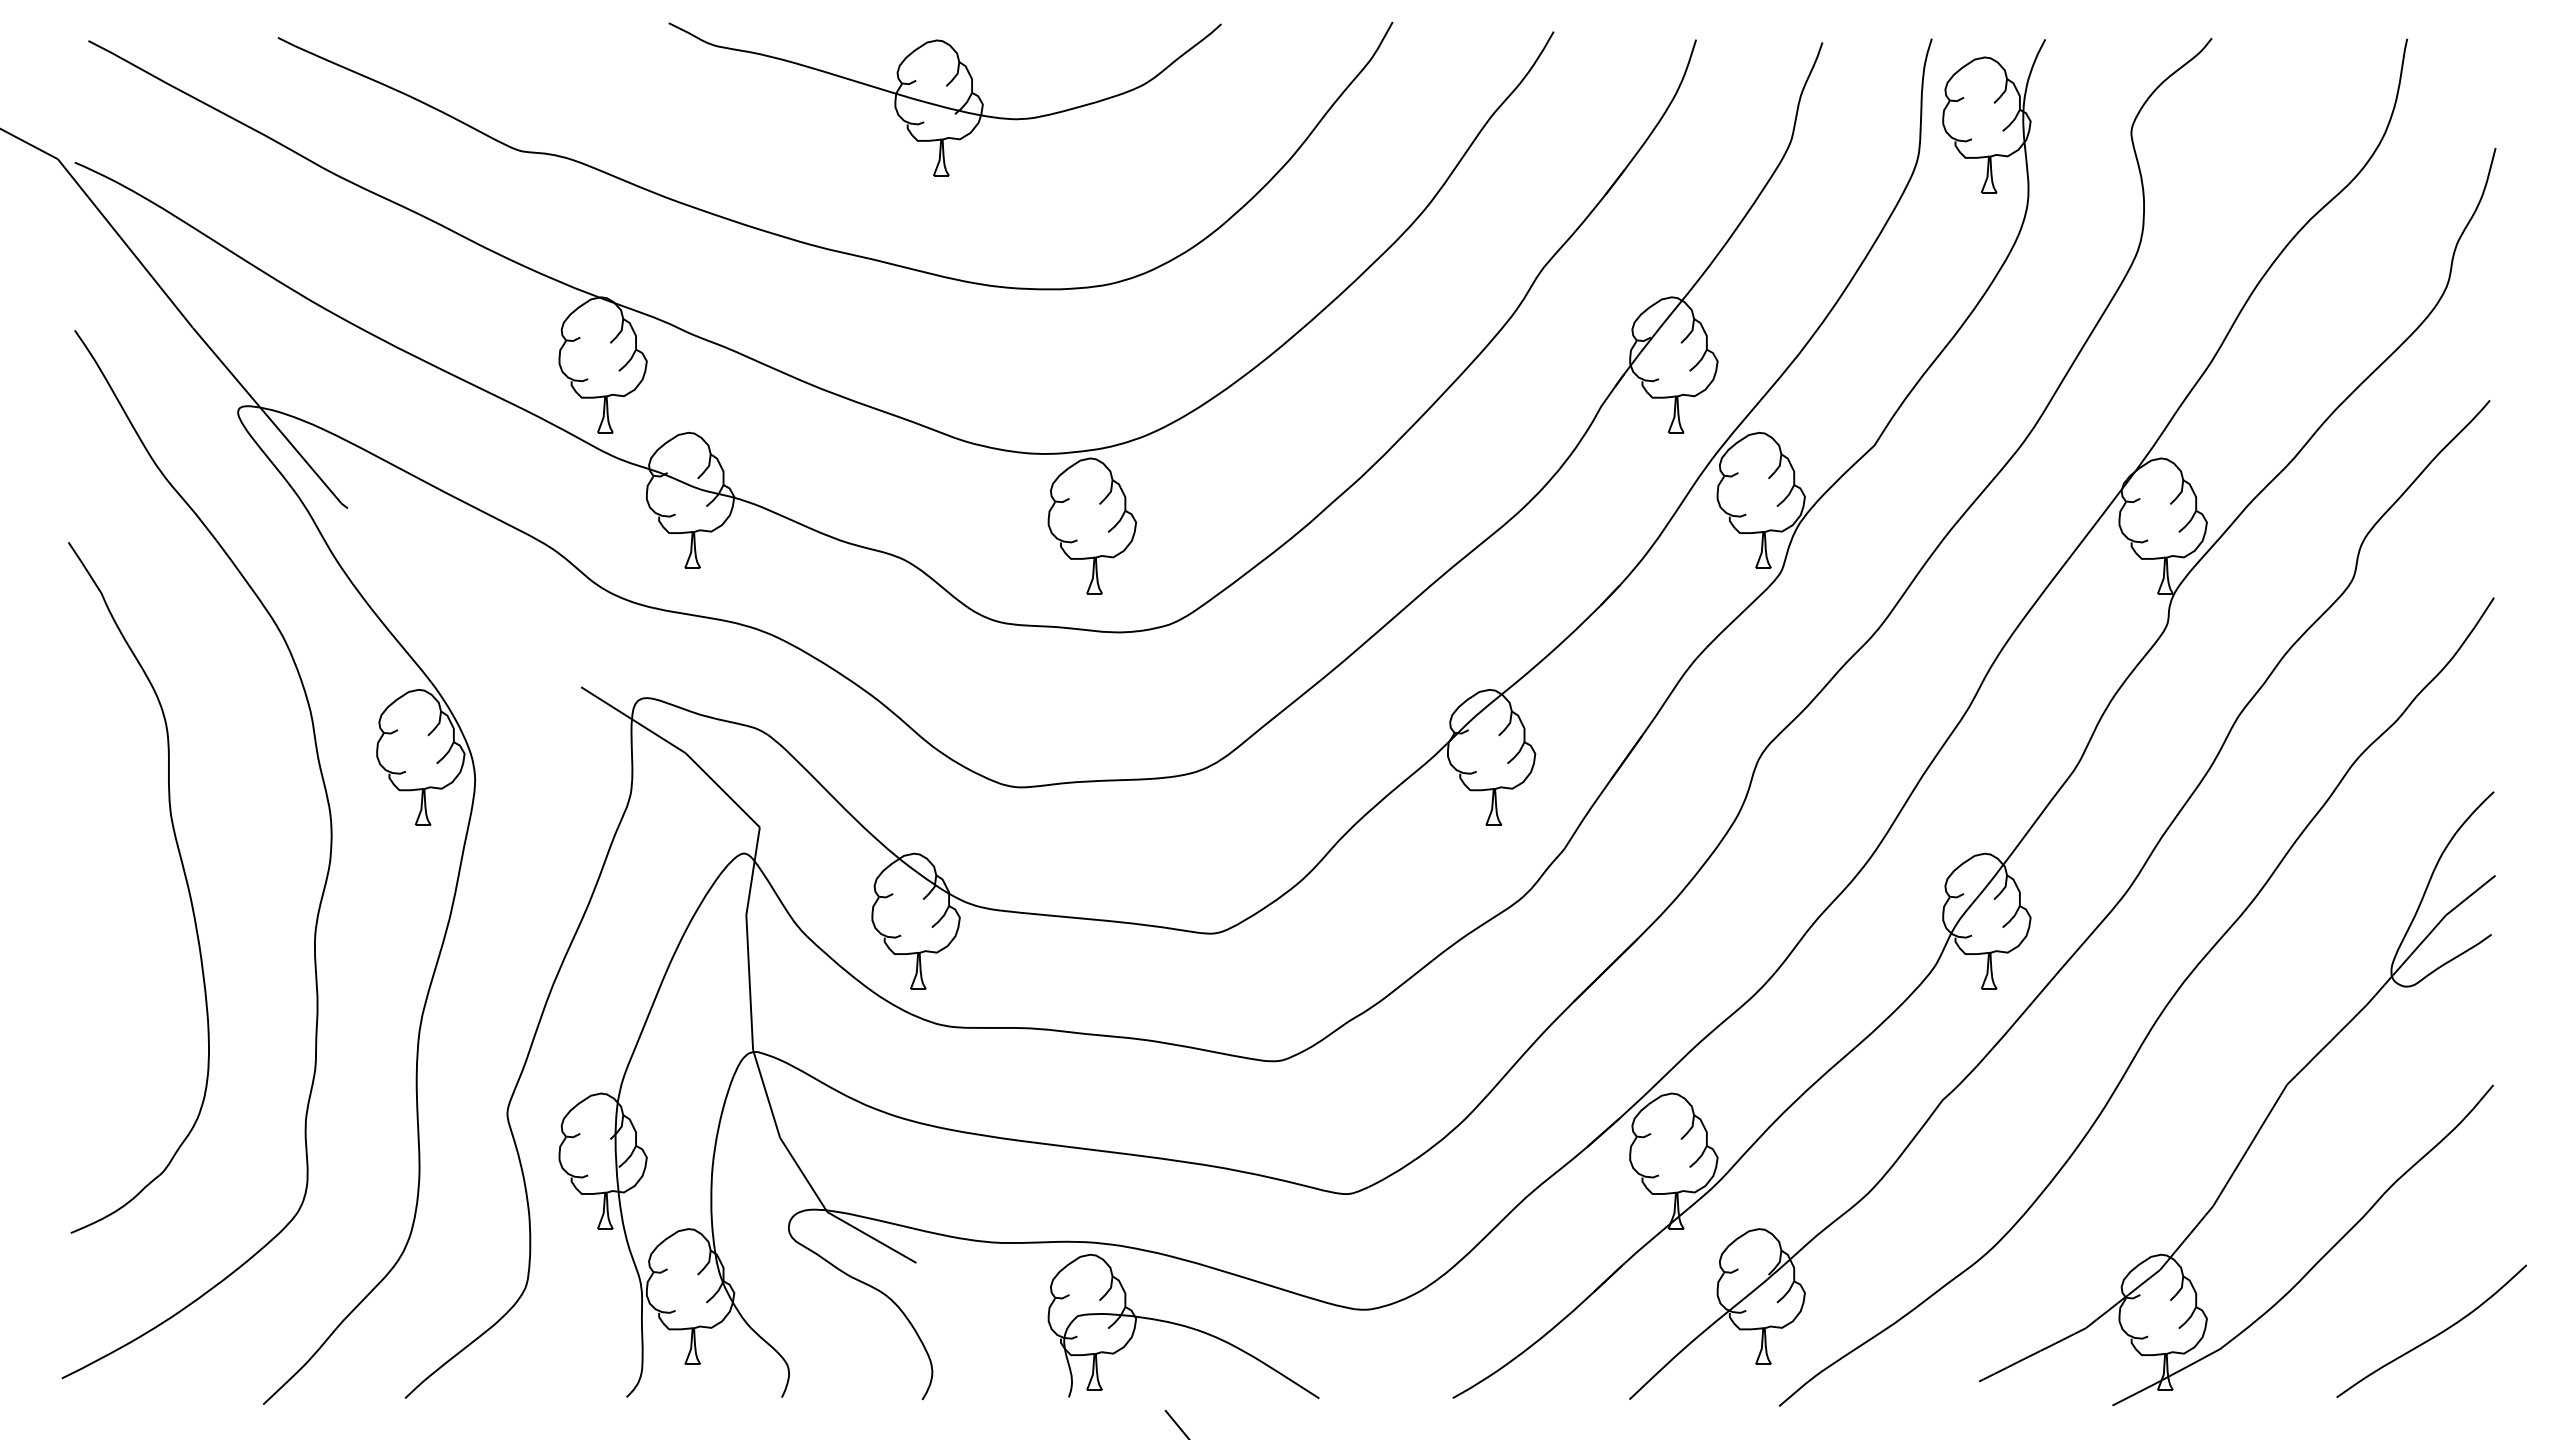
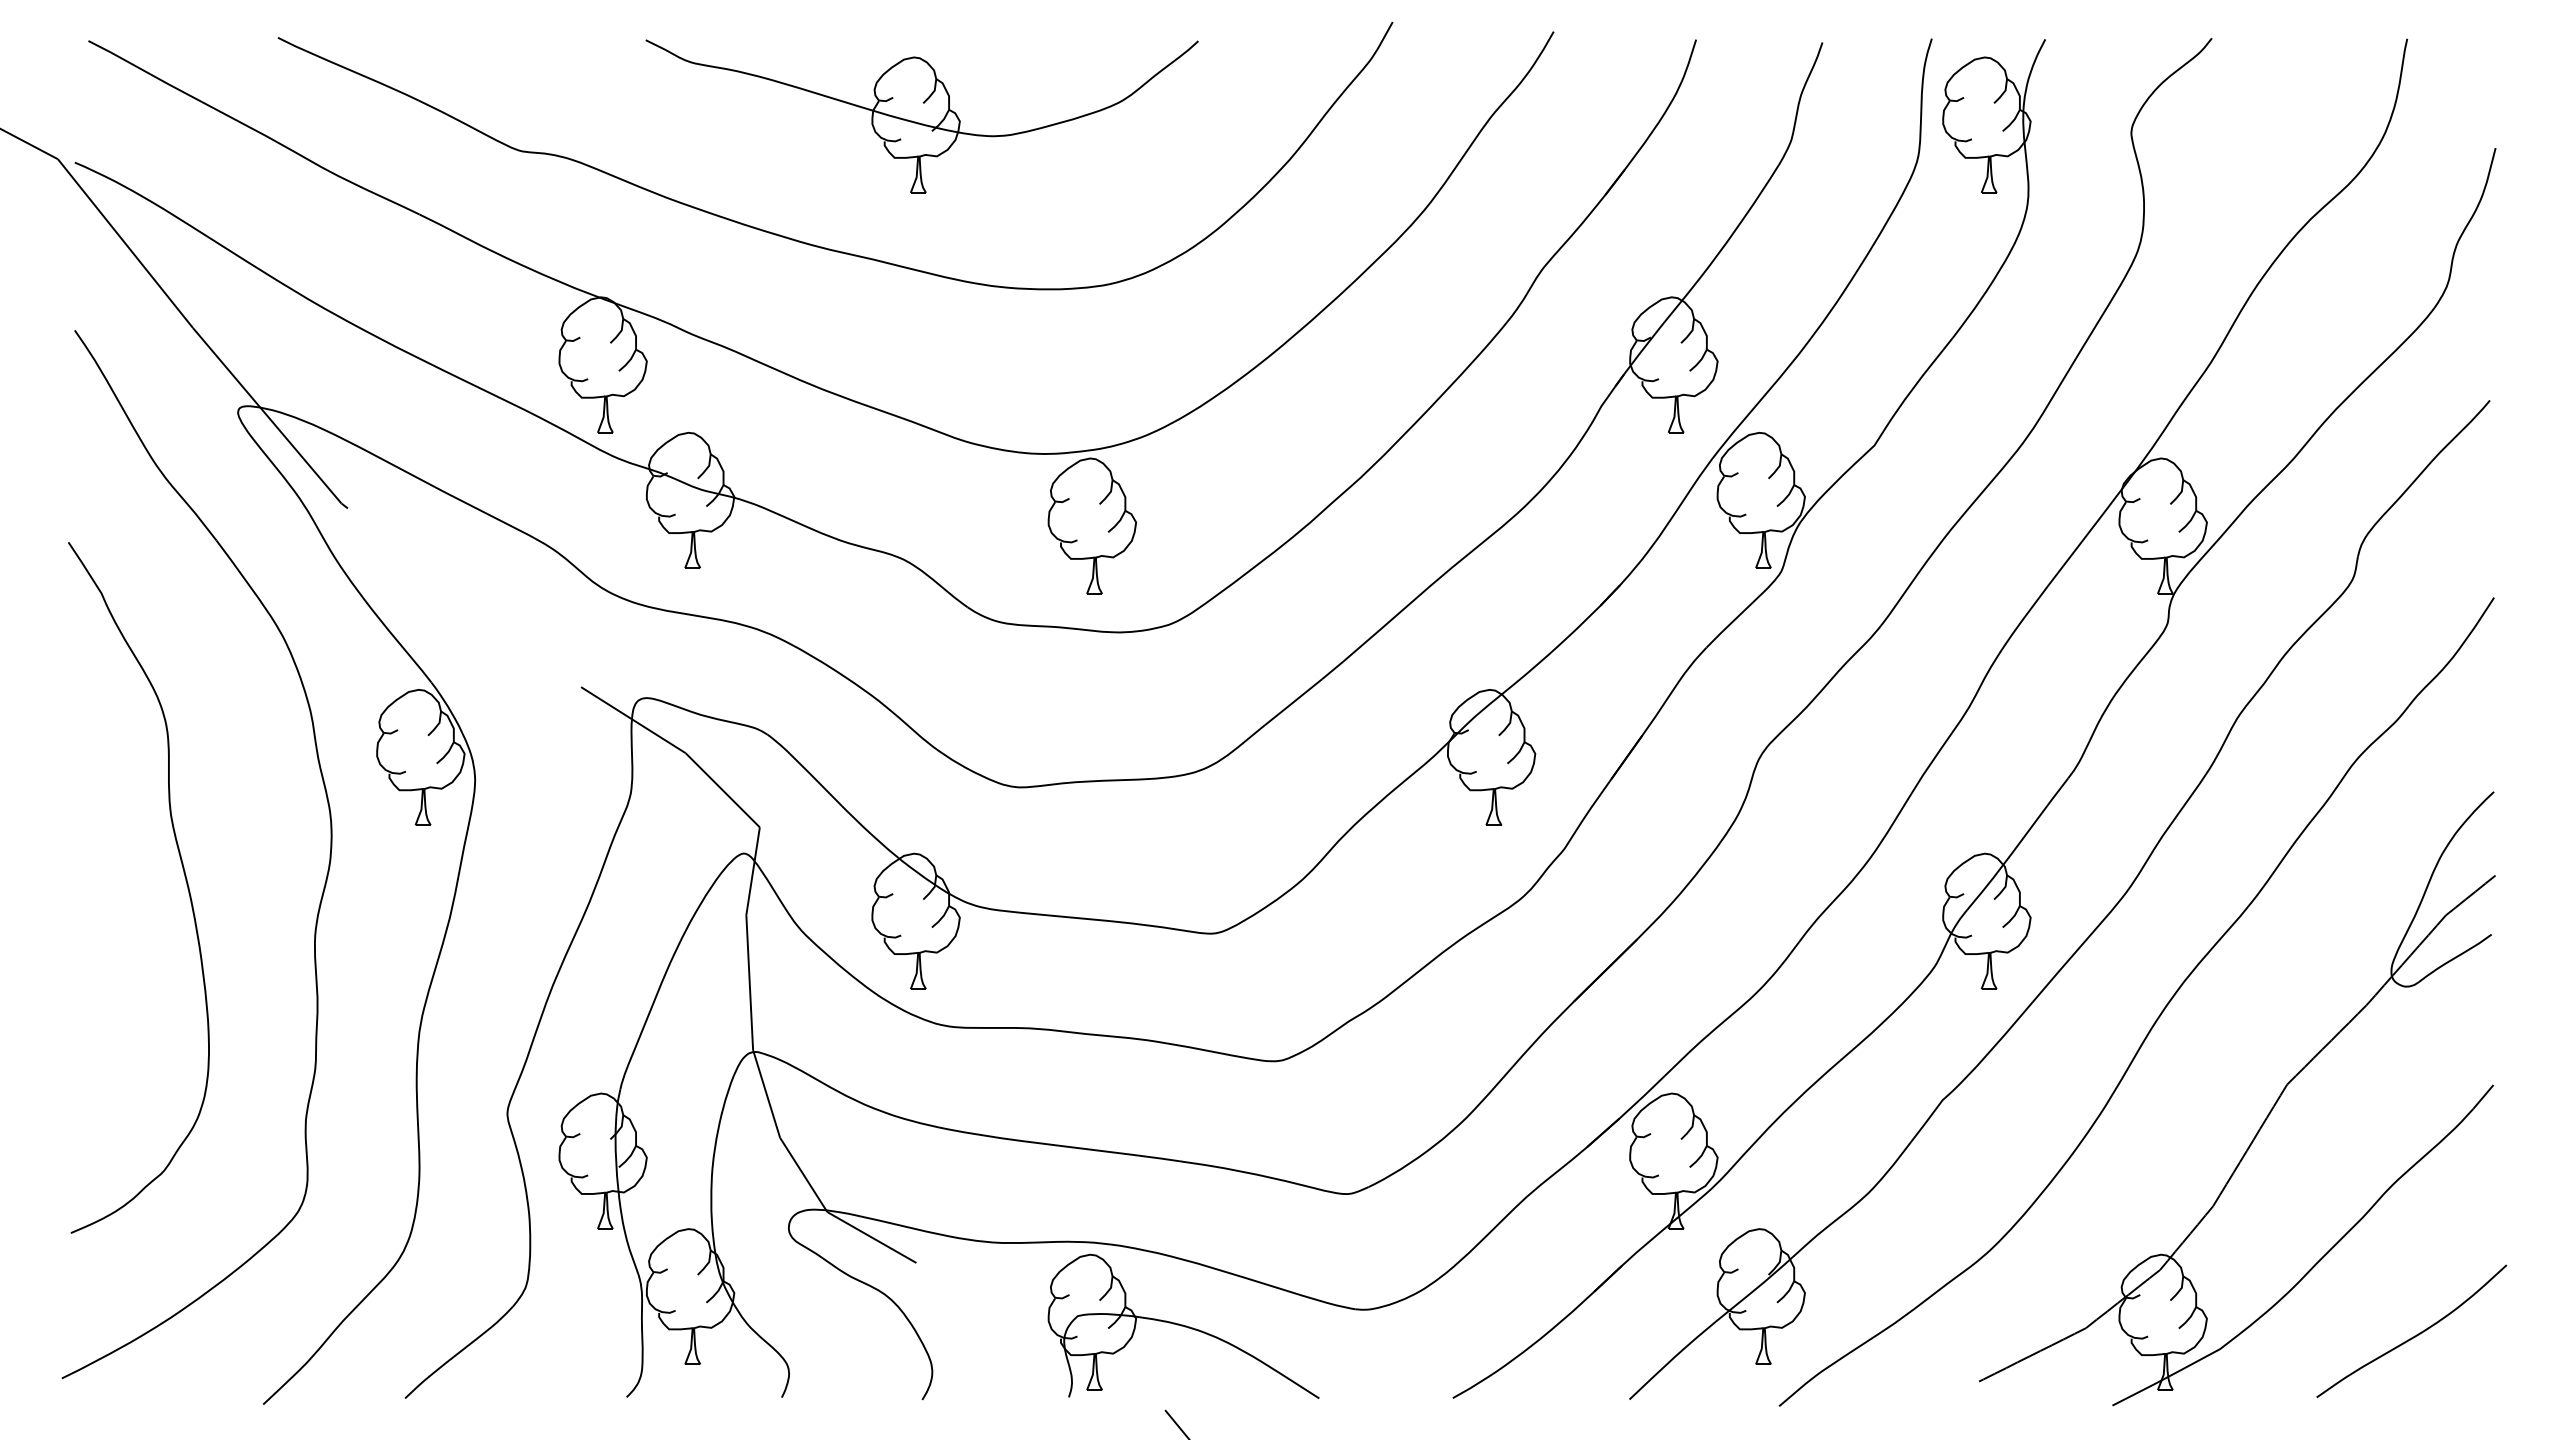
part at (944, 99) position: (944, 99) -> (921, 116)
curve at (2434, 1335) position: (2434, 1335) -> (2414, 1335)
